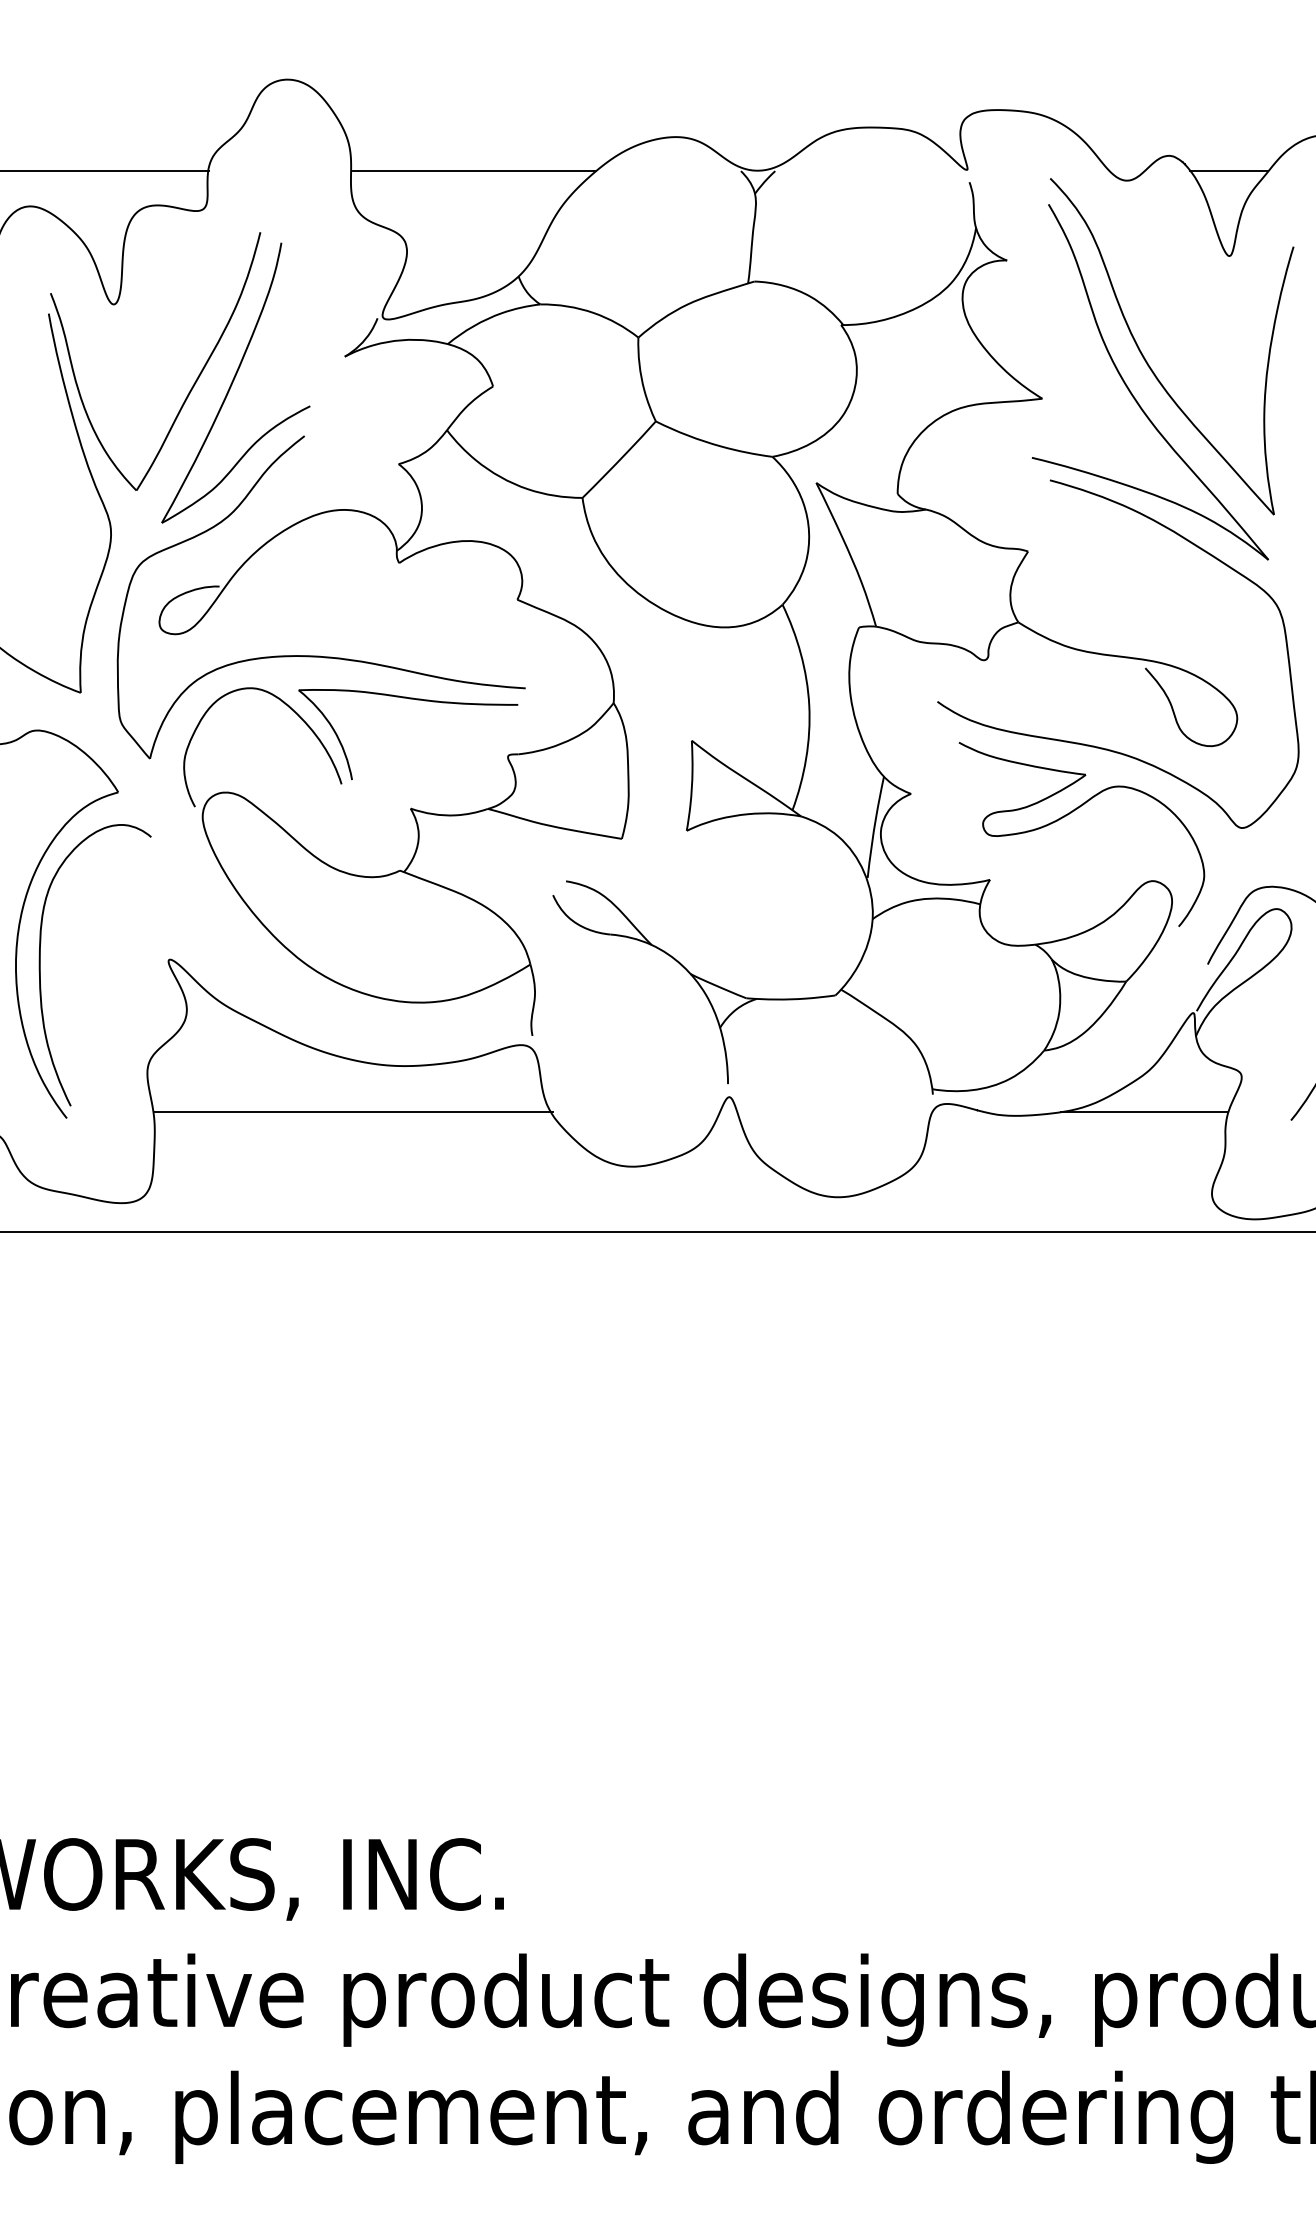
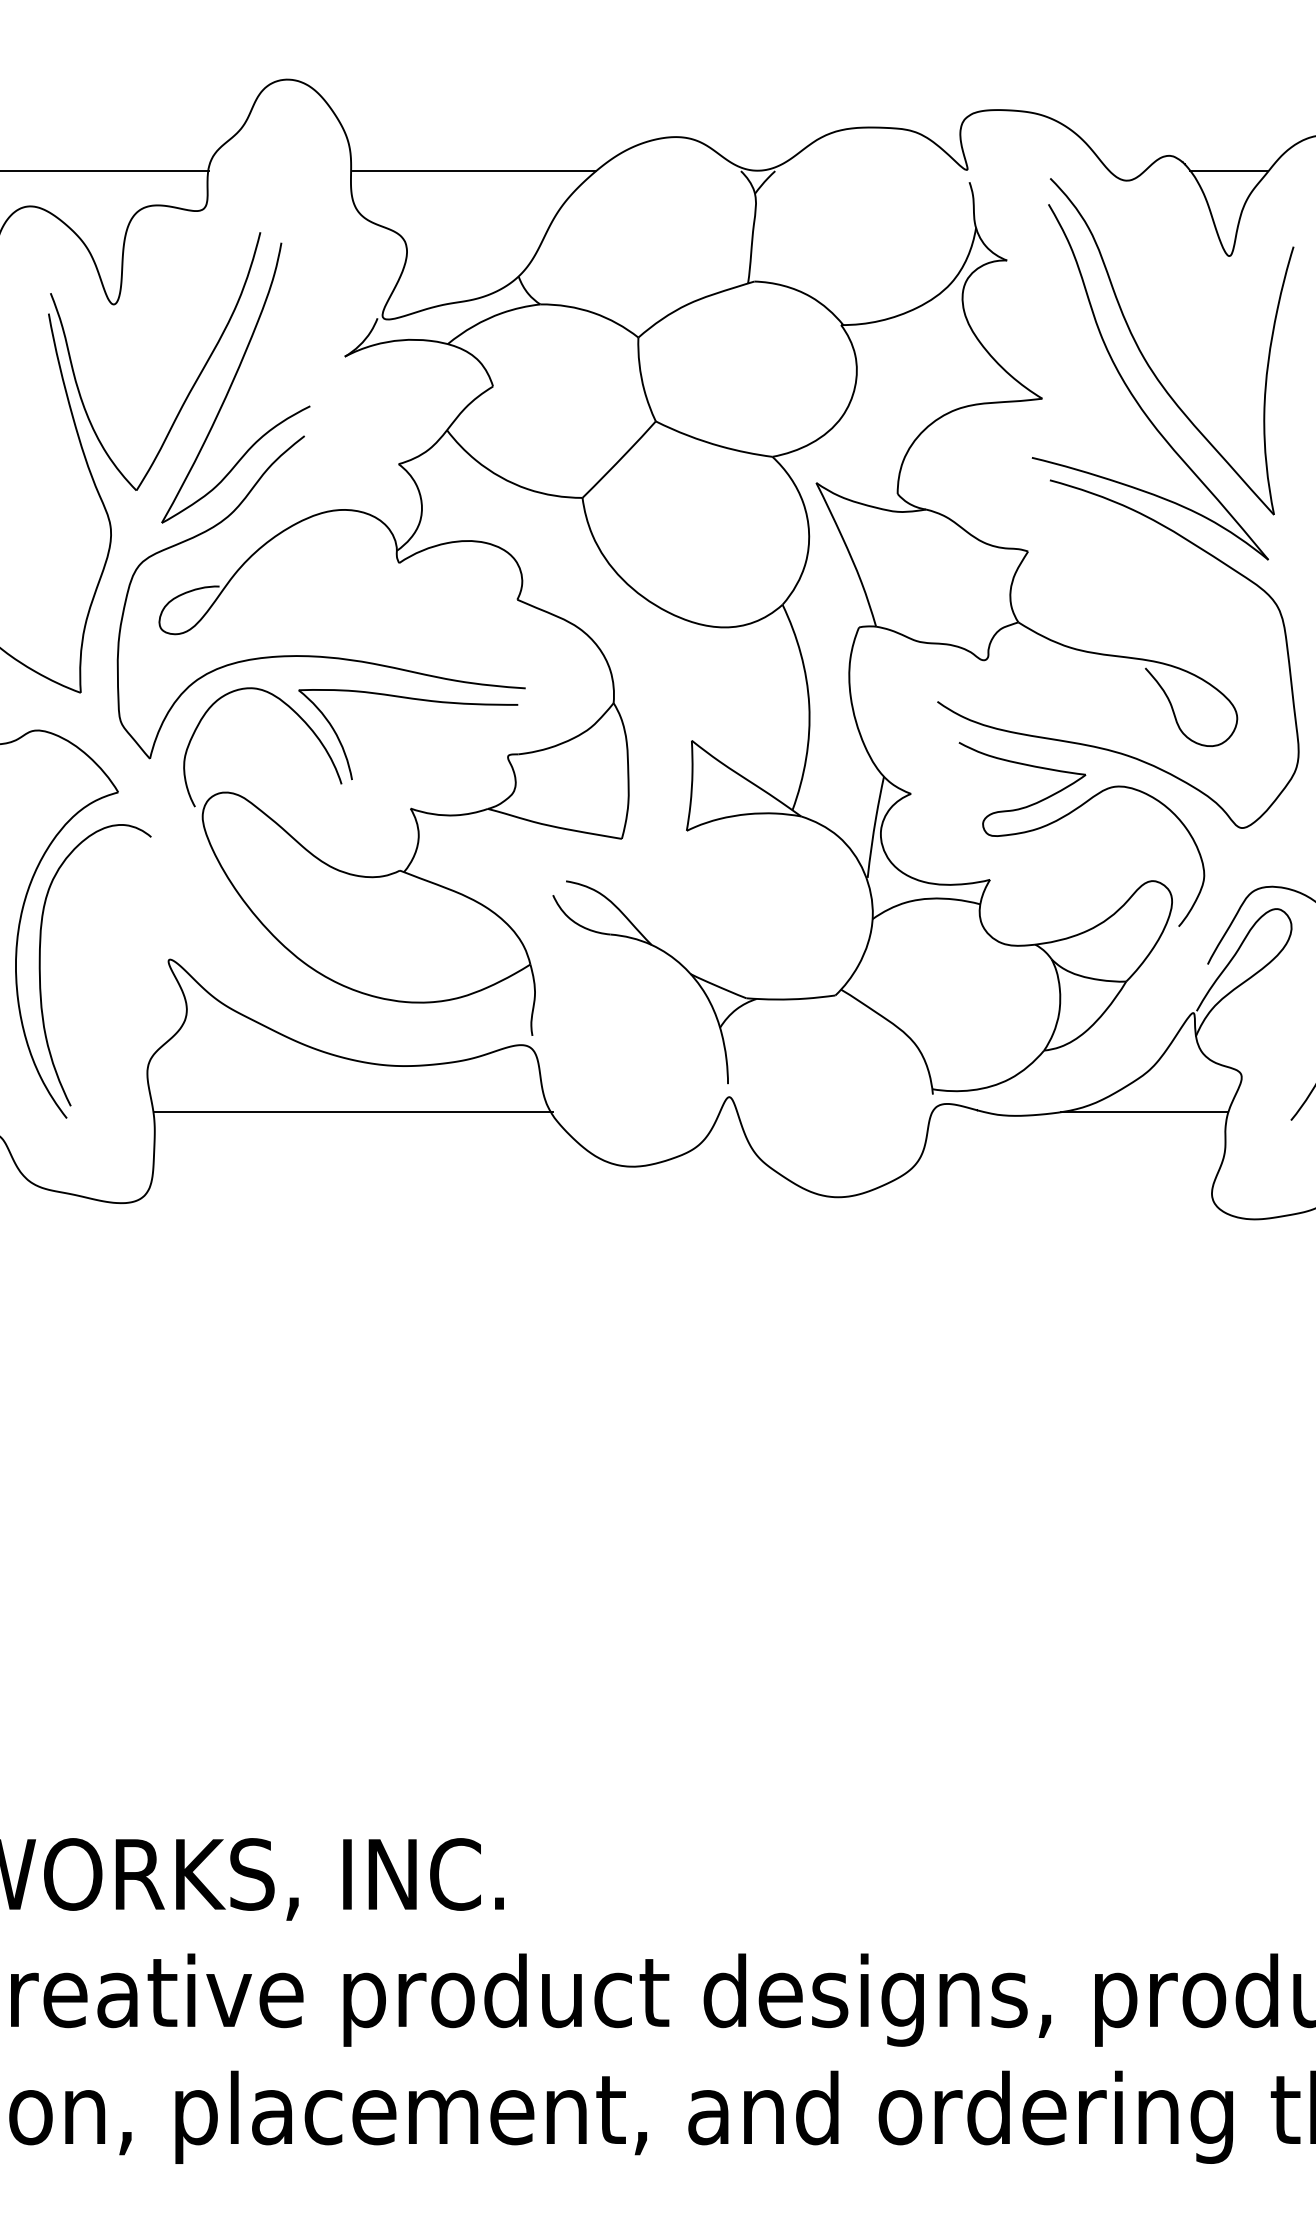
line at (657, 1231): present -> none
